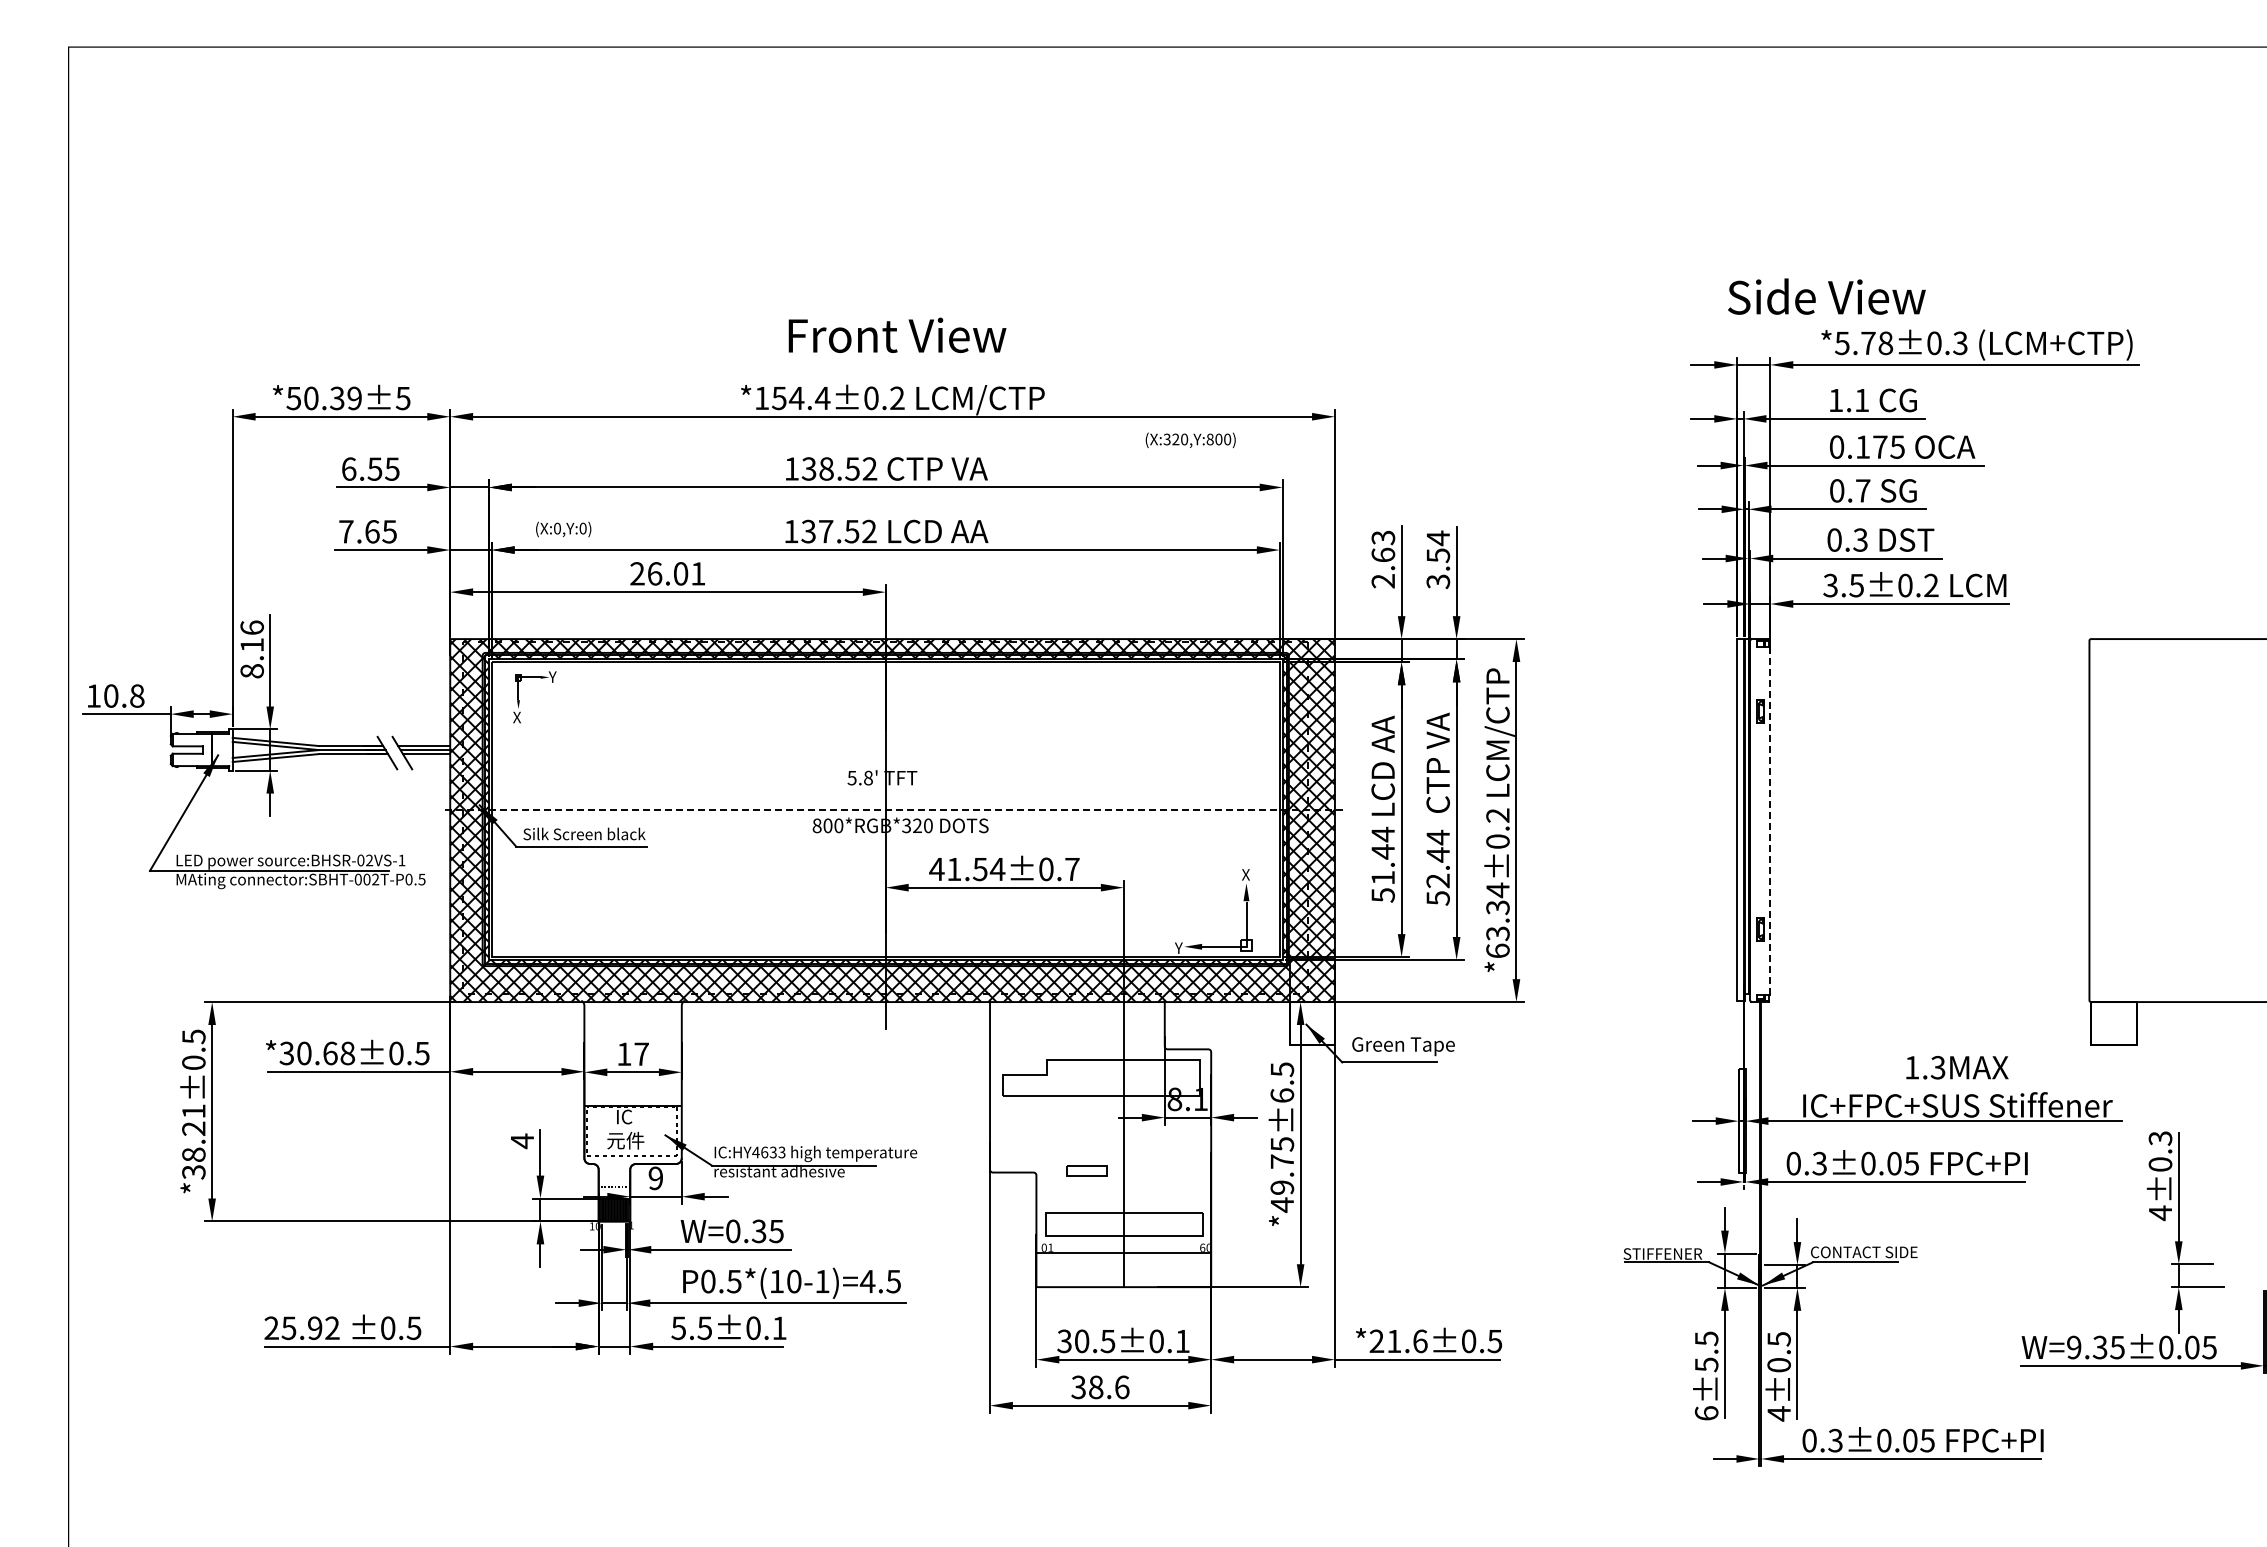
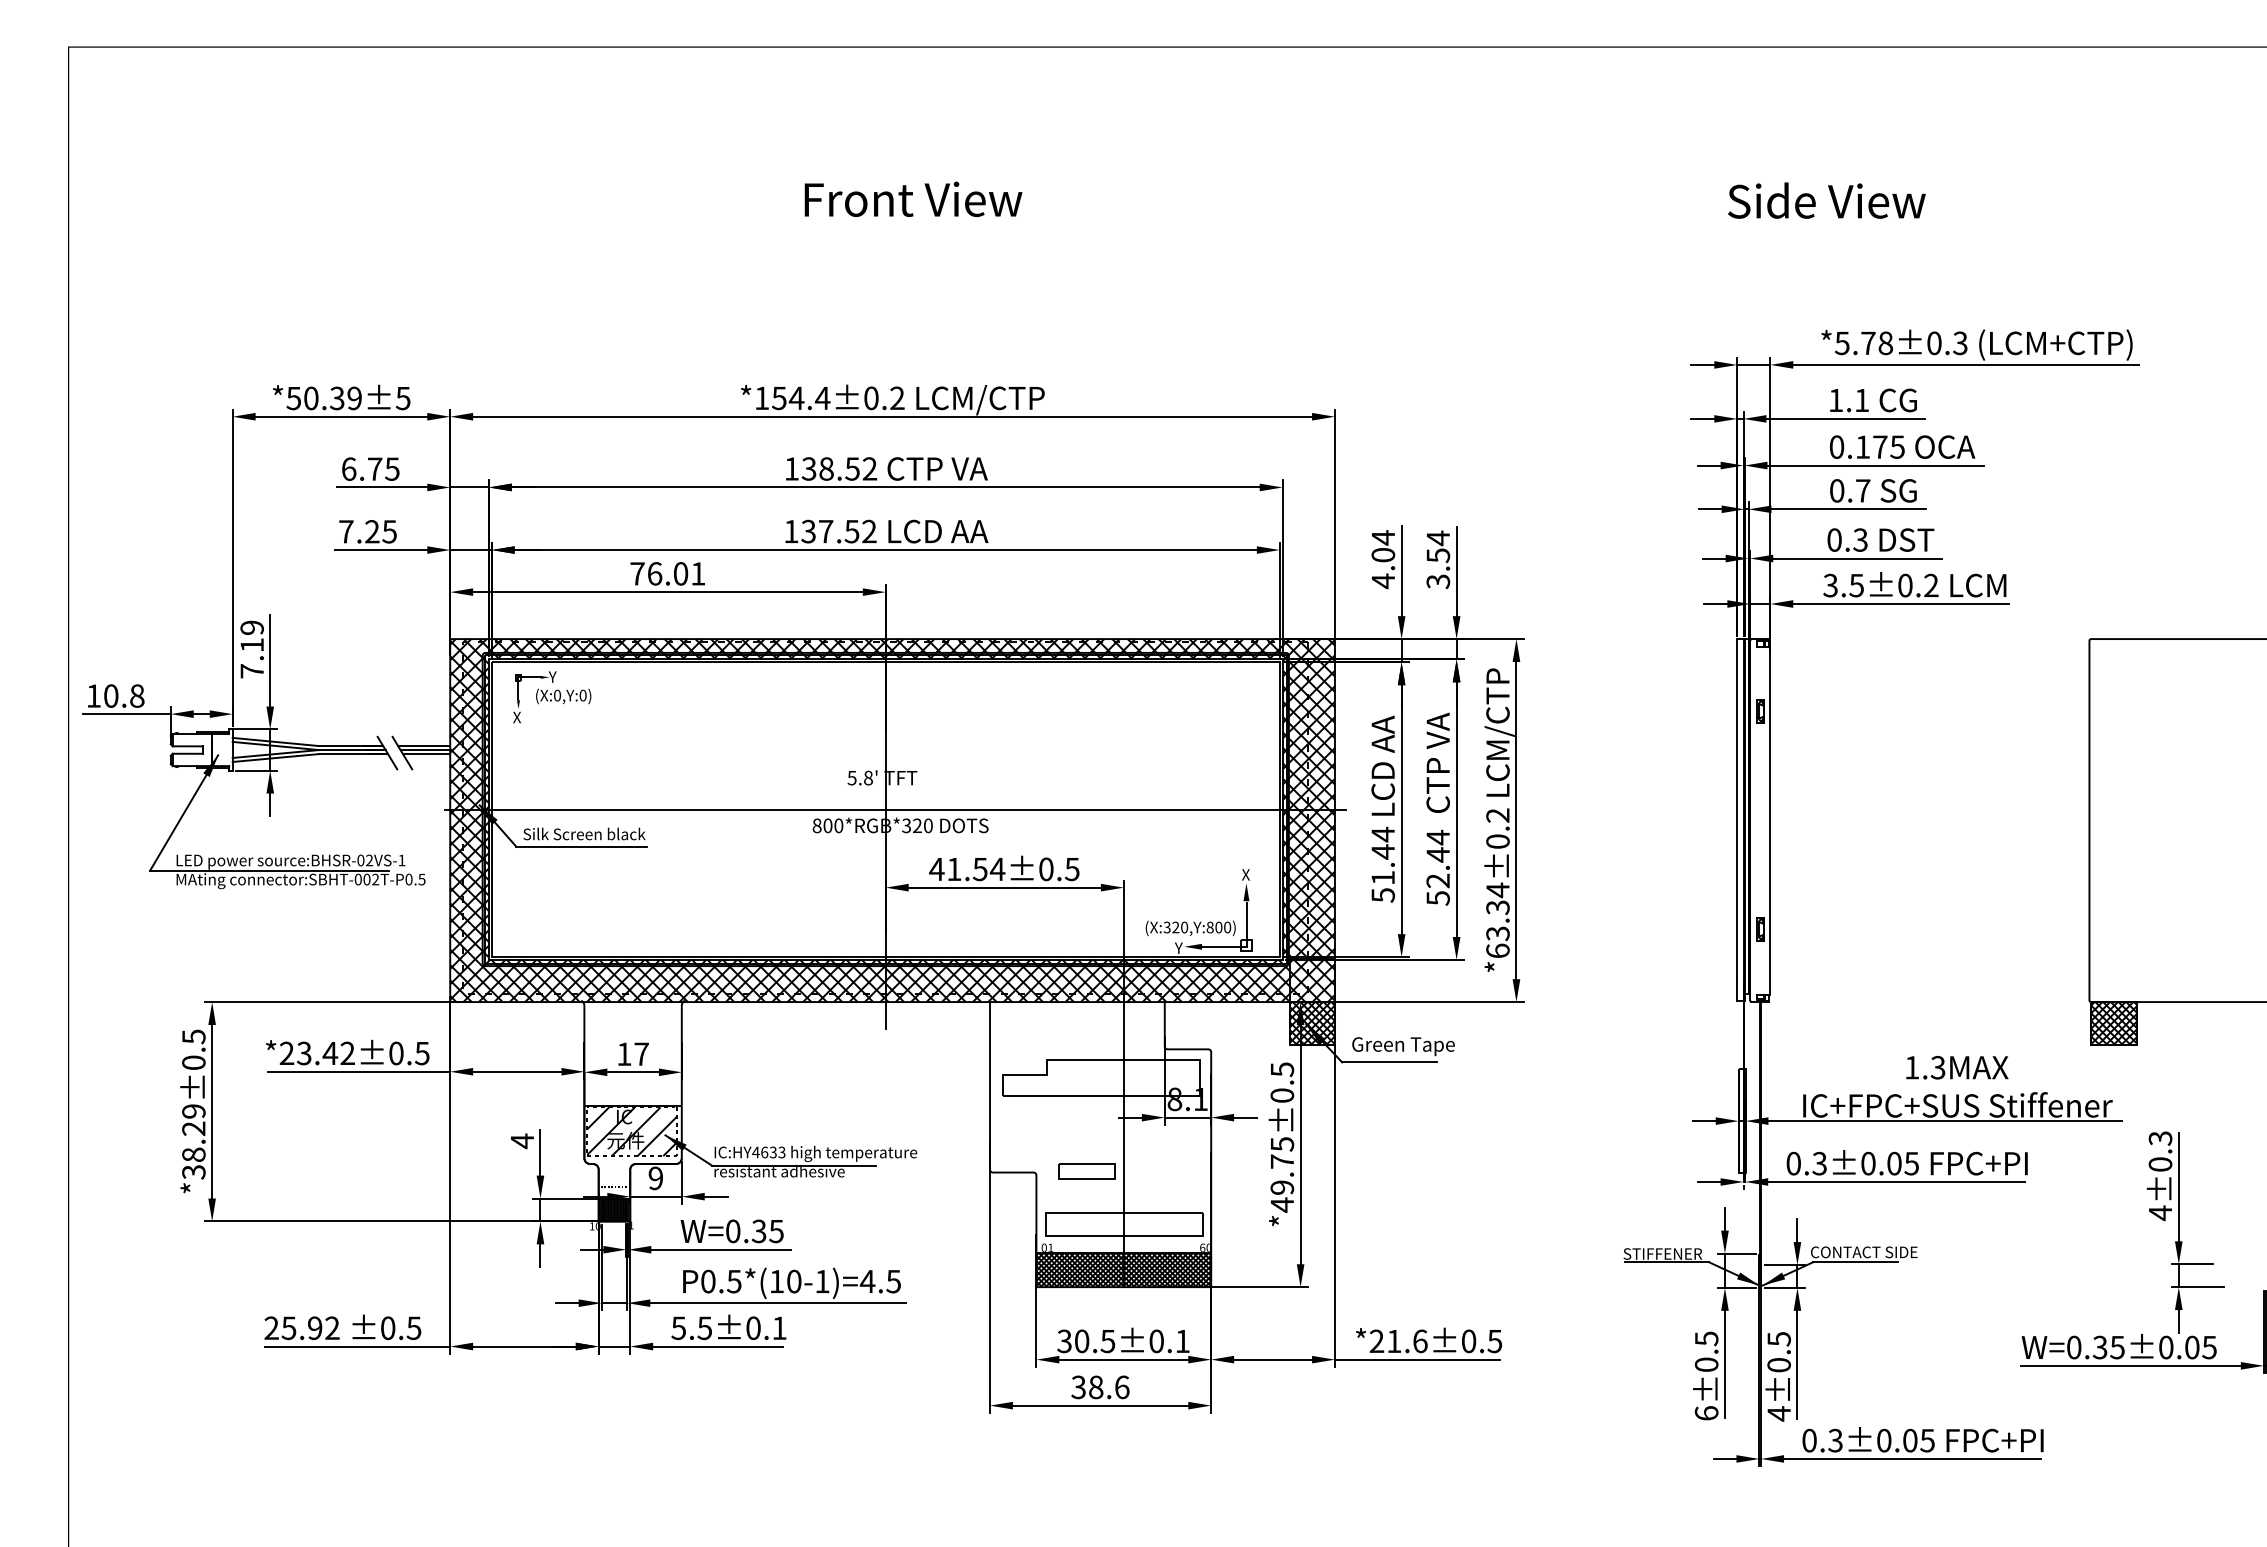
text at (1826, 296) position: (1826, 296) -> (1826, 200)
text at (897, 334) position: (897, 334) -> (913, 198)
text at (1190, 440) position: (1190, 440) -> (1190, 928)
text at (374, 468): 6.55 -> 6.75
text at (563, 529) position: (563, 529) -> (563, 696)
text at (372, 531): 7.65 -> 7.25
text at (1383, 559): 2.63 -> 4.04
text at (637, 573): 26.01 -> 76.01
text at (251, 649): 8.16 -> 7.19
line at (896, 809): dashed -> solid
line at (1770, 821): dashed -> solid
text at (1071, 869): 0.7 -> 0.5
hatch at (1312, 1023): none -> present
hatch at (2113, 1023): none -> present
text at (316, 1053): *30.68±0.5 -> *23.42±0.5
text at (1281, 1095): 6.5 -> 0.5
text at (193, 1111): *38.21±0.5 -> *38.29±0.5
hatch at (632, 1131): none -> present
part at (1086, 1170) size: 42x12 px -> 58x17 px
hatch at (1123, 1269): none -> present
text at (2074, 1347): W=9.35 -> W=0.35
text at (1706, 1364): ±5.5 -> ±0.5
